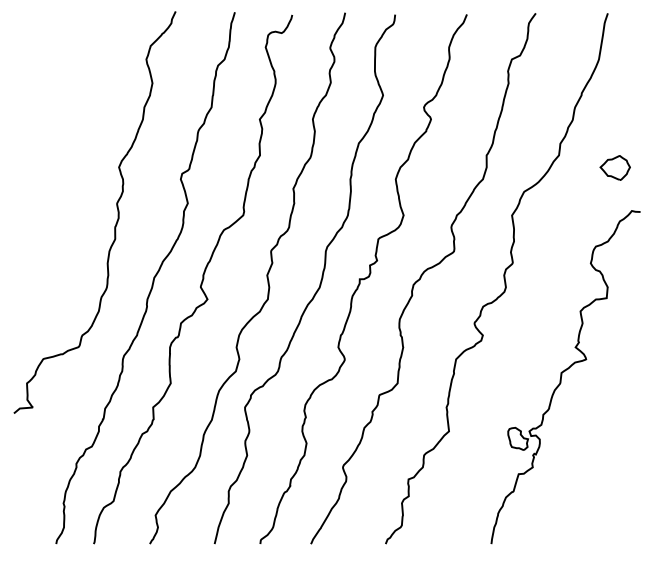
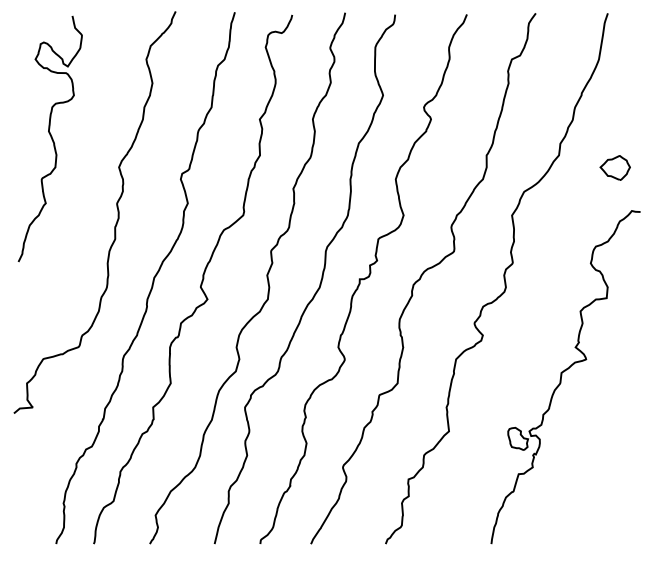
curve at (51, 139): none -> present
